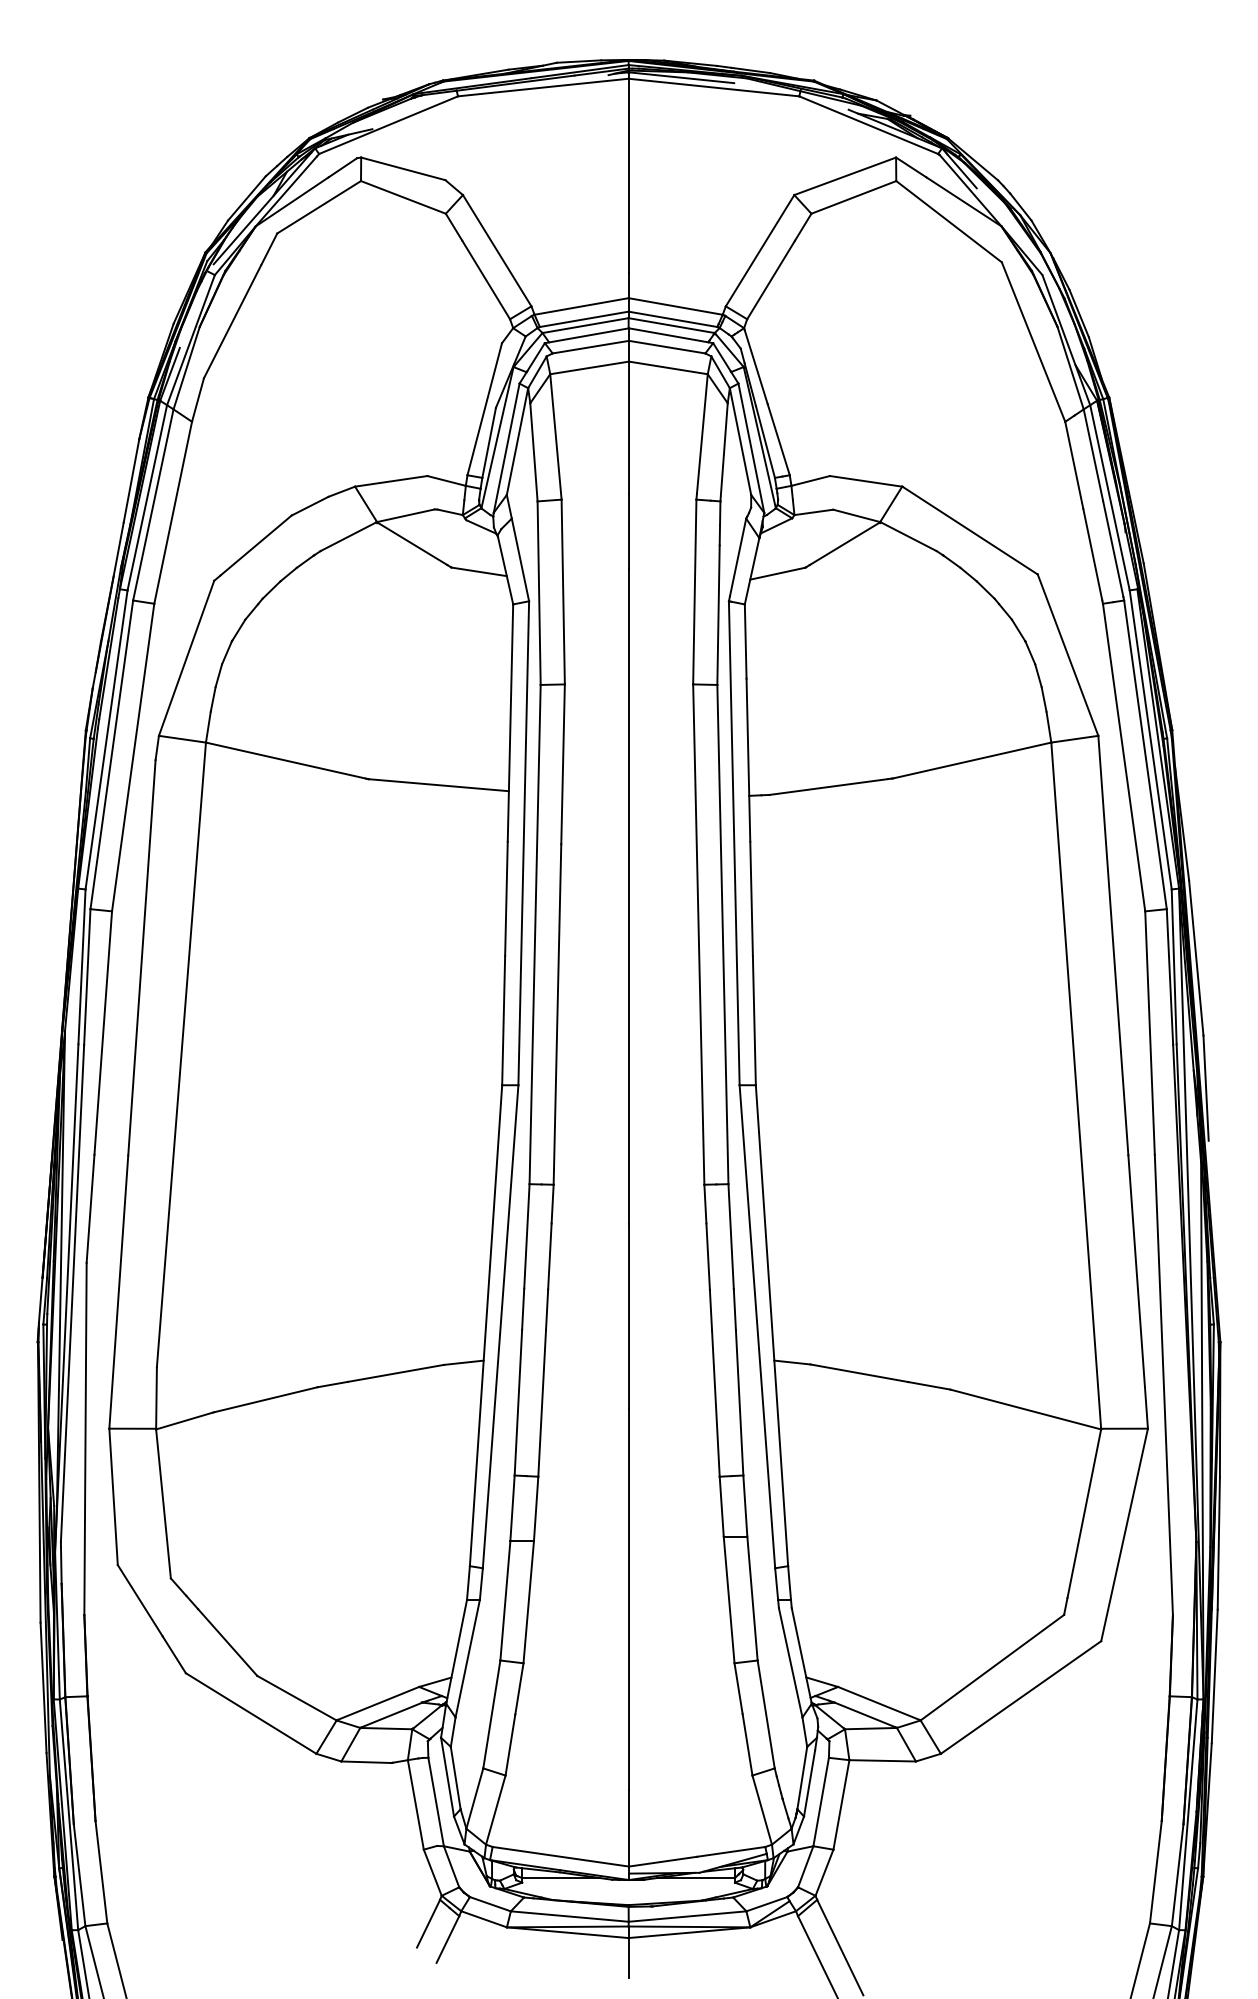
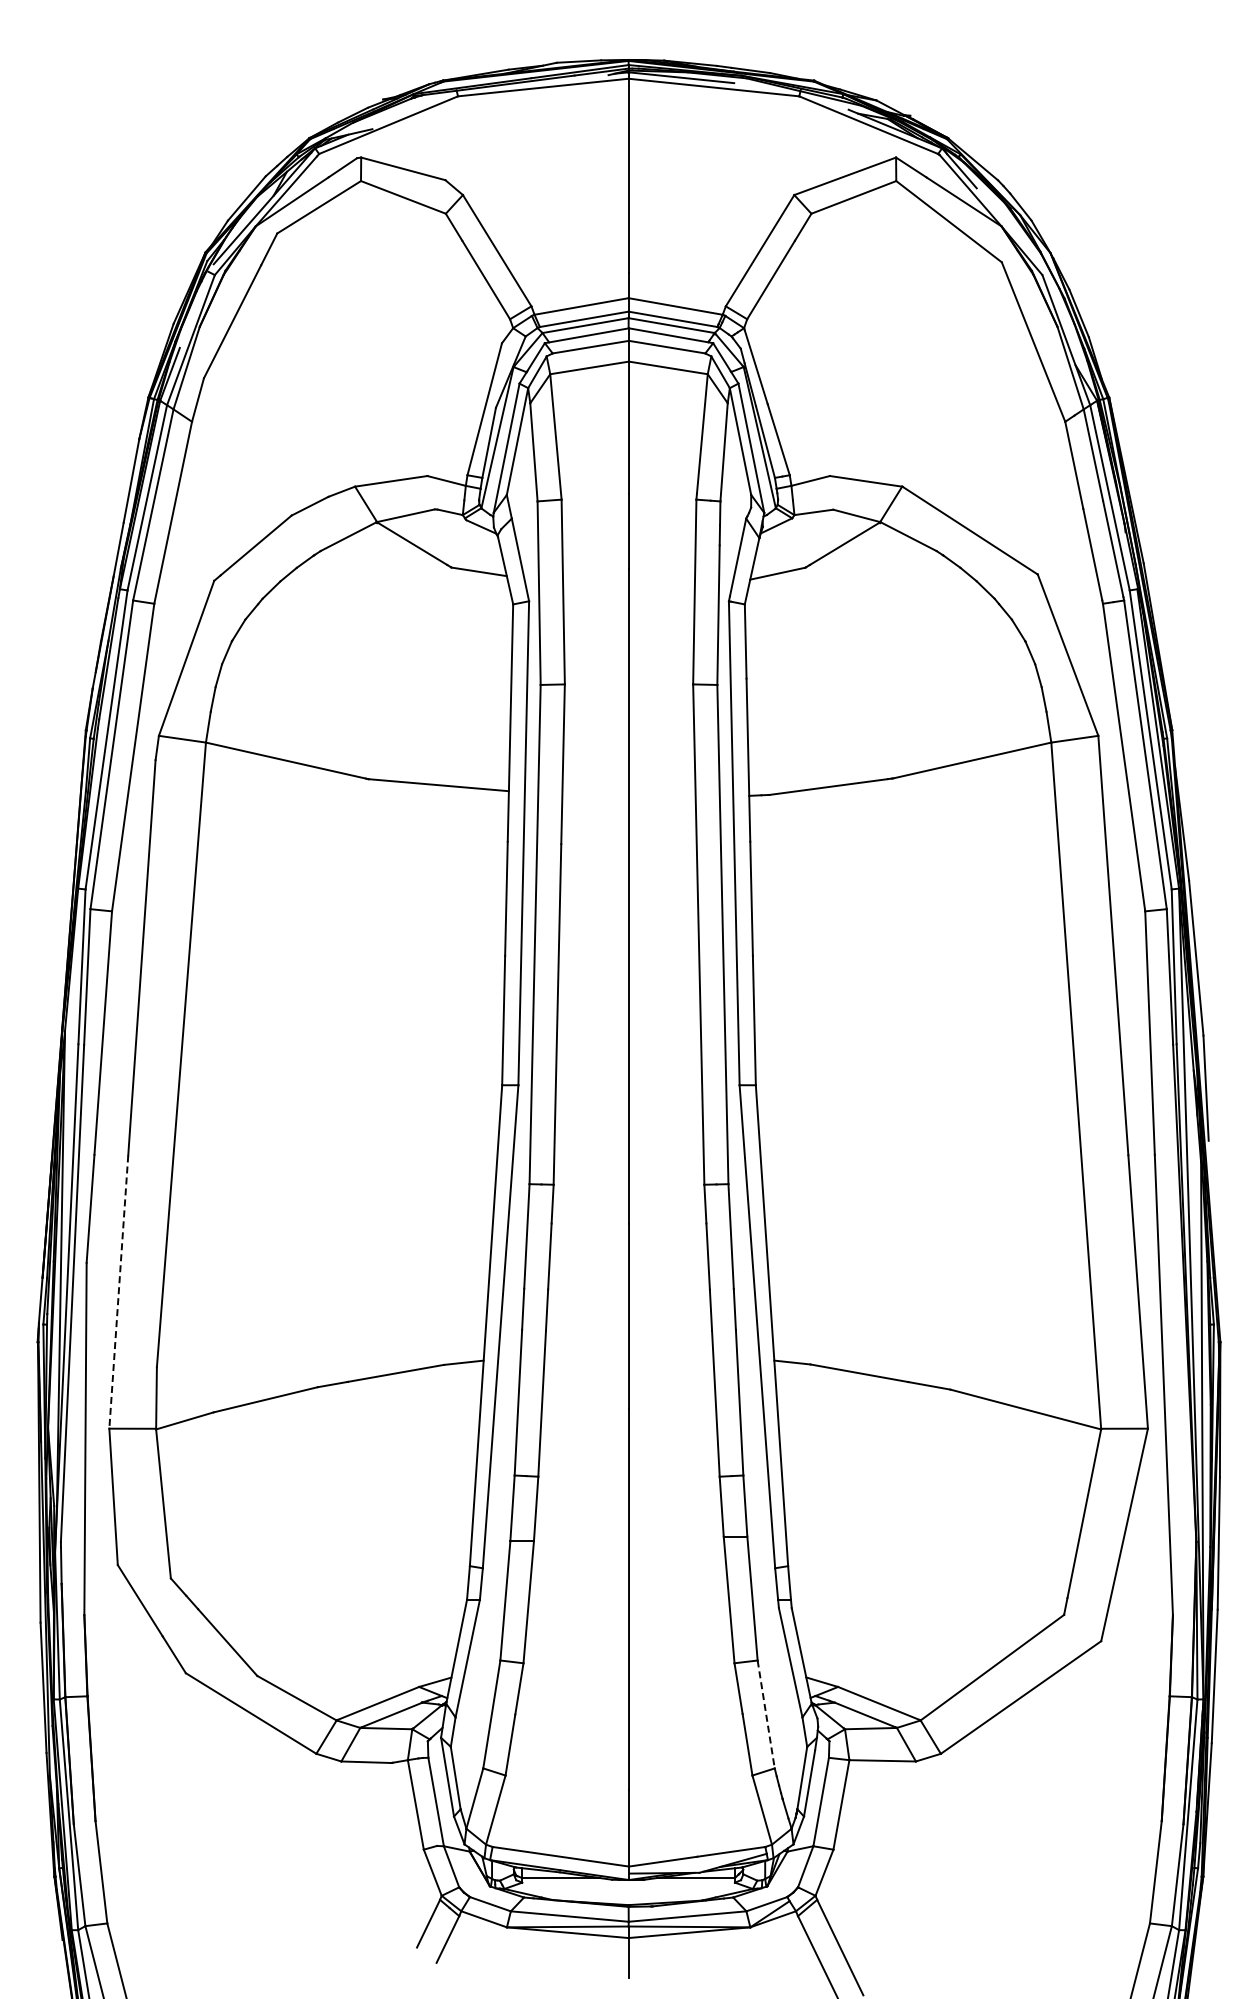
line at (118, 1292): solid -> dashed
line at (766, 1714): solid -> dashed
